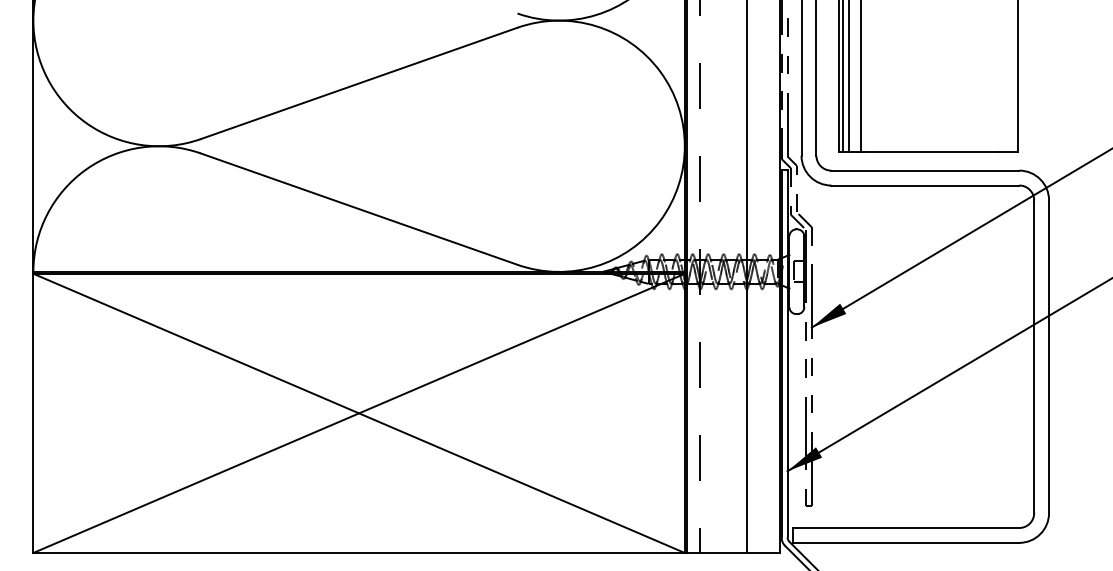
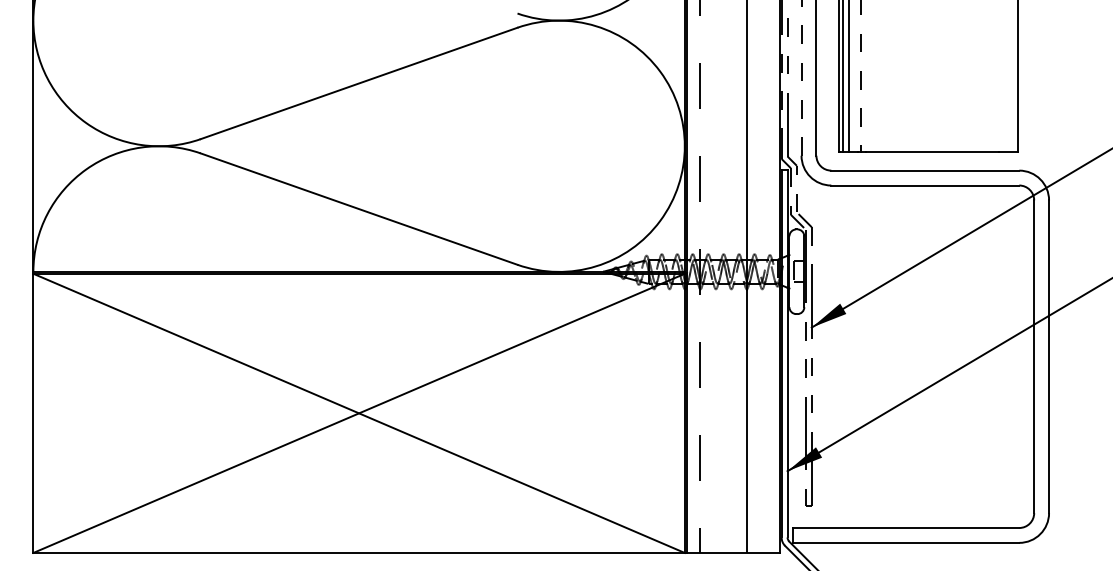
line at (861, 76): solid -> dashed
line at (801, 77): solid -> dashed
